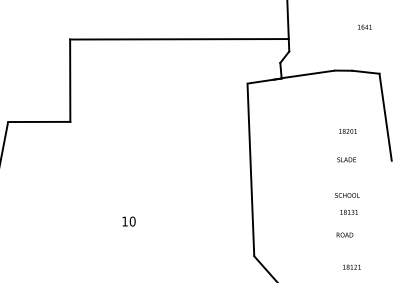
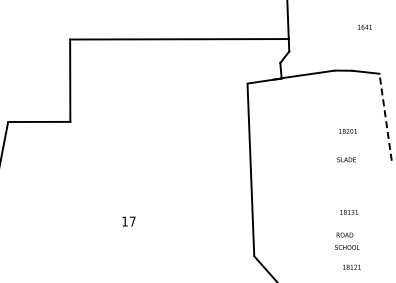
line at (385, 117): solid -> dashed
text at (347, 195) position: (347, 195) -> (347, 247)
text at (132, 221): 10 -> 17
